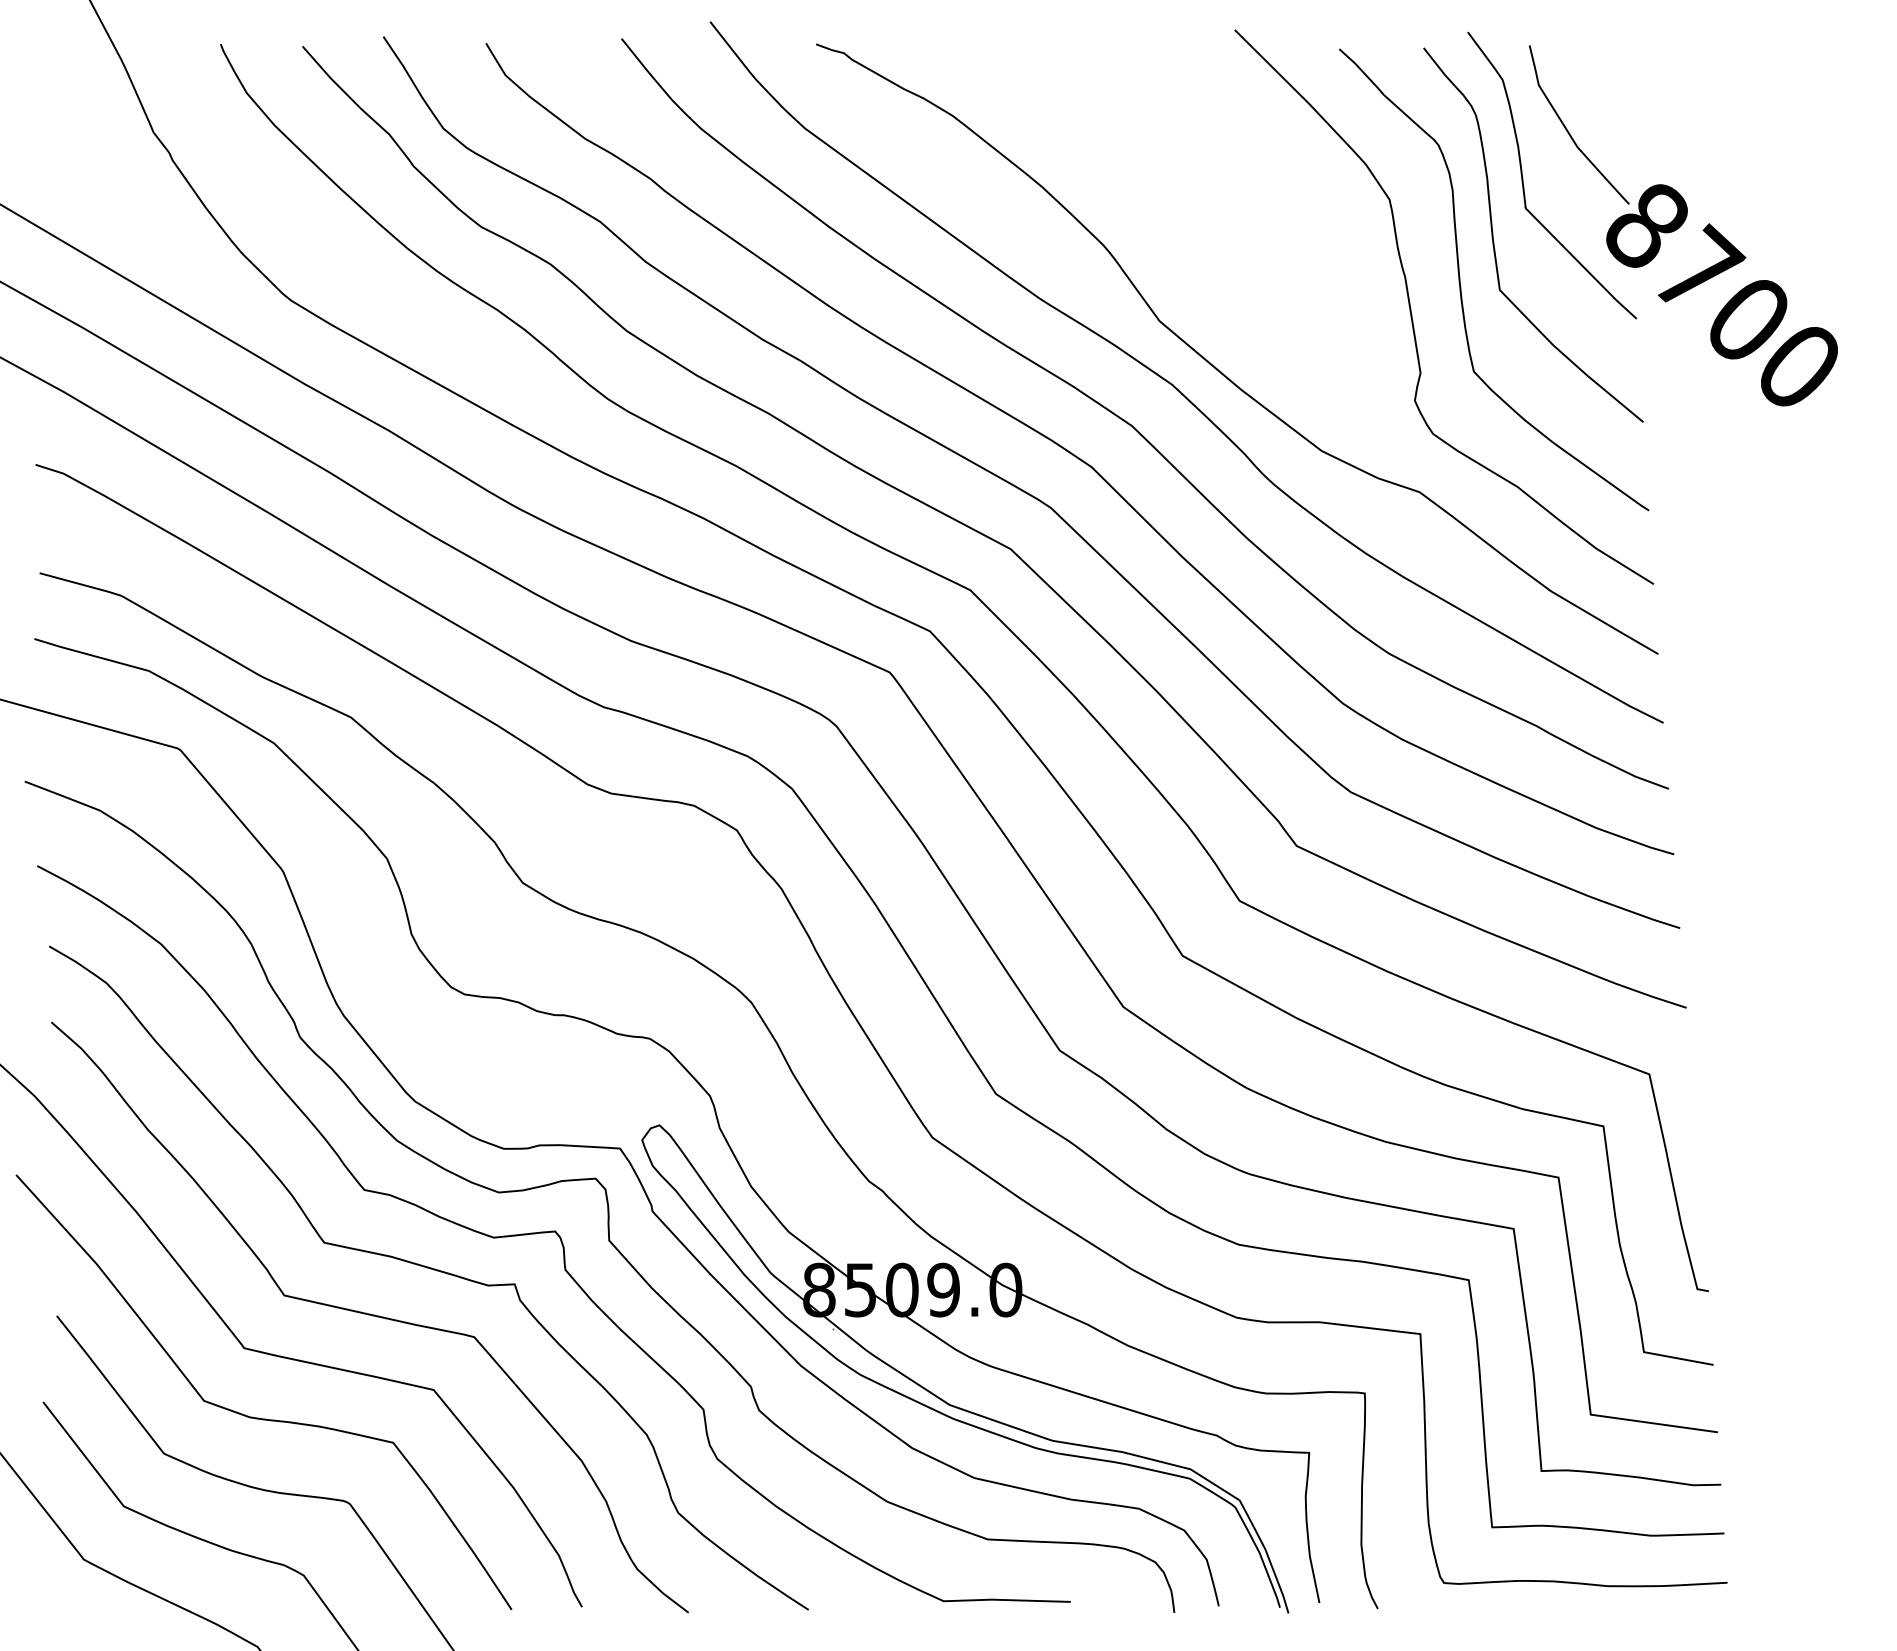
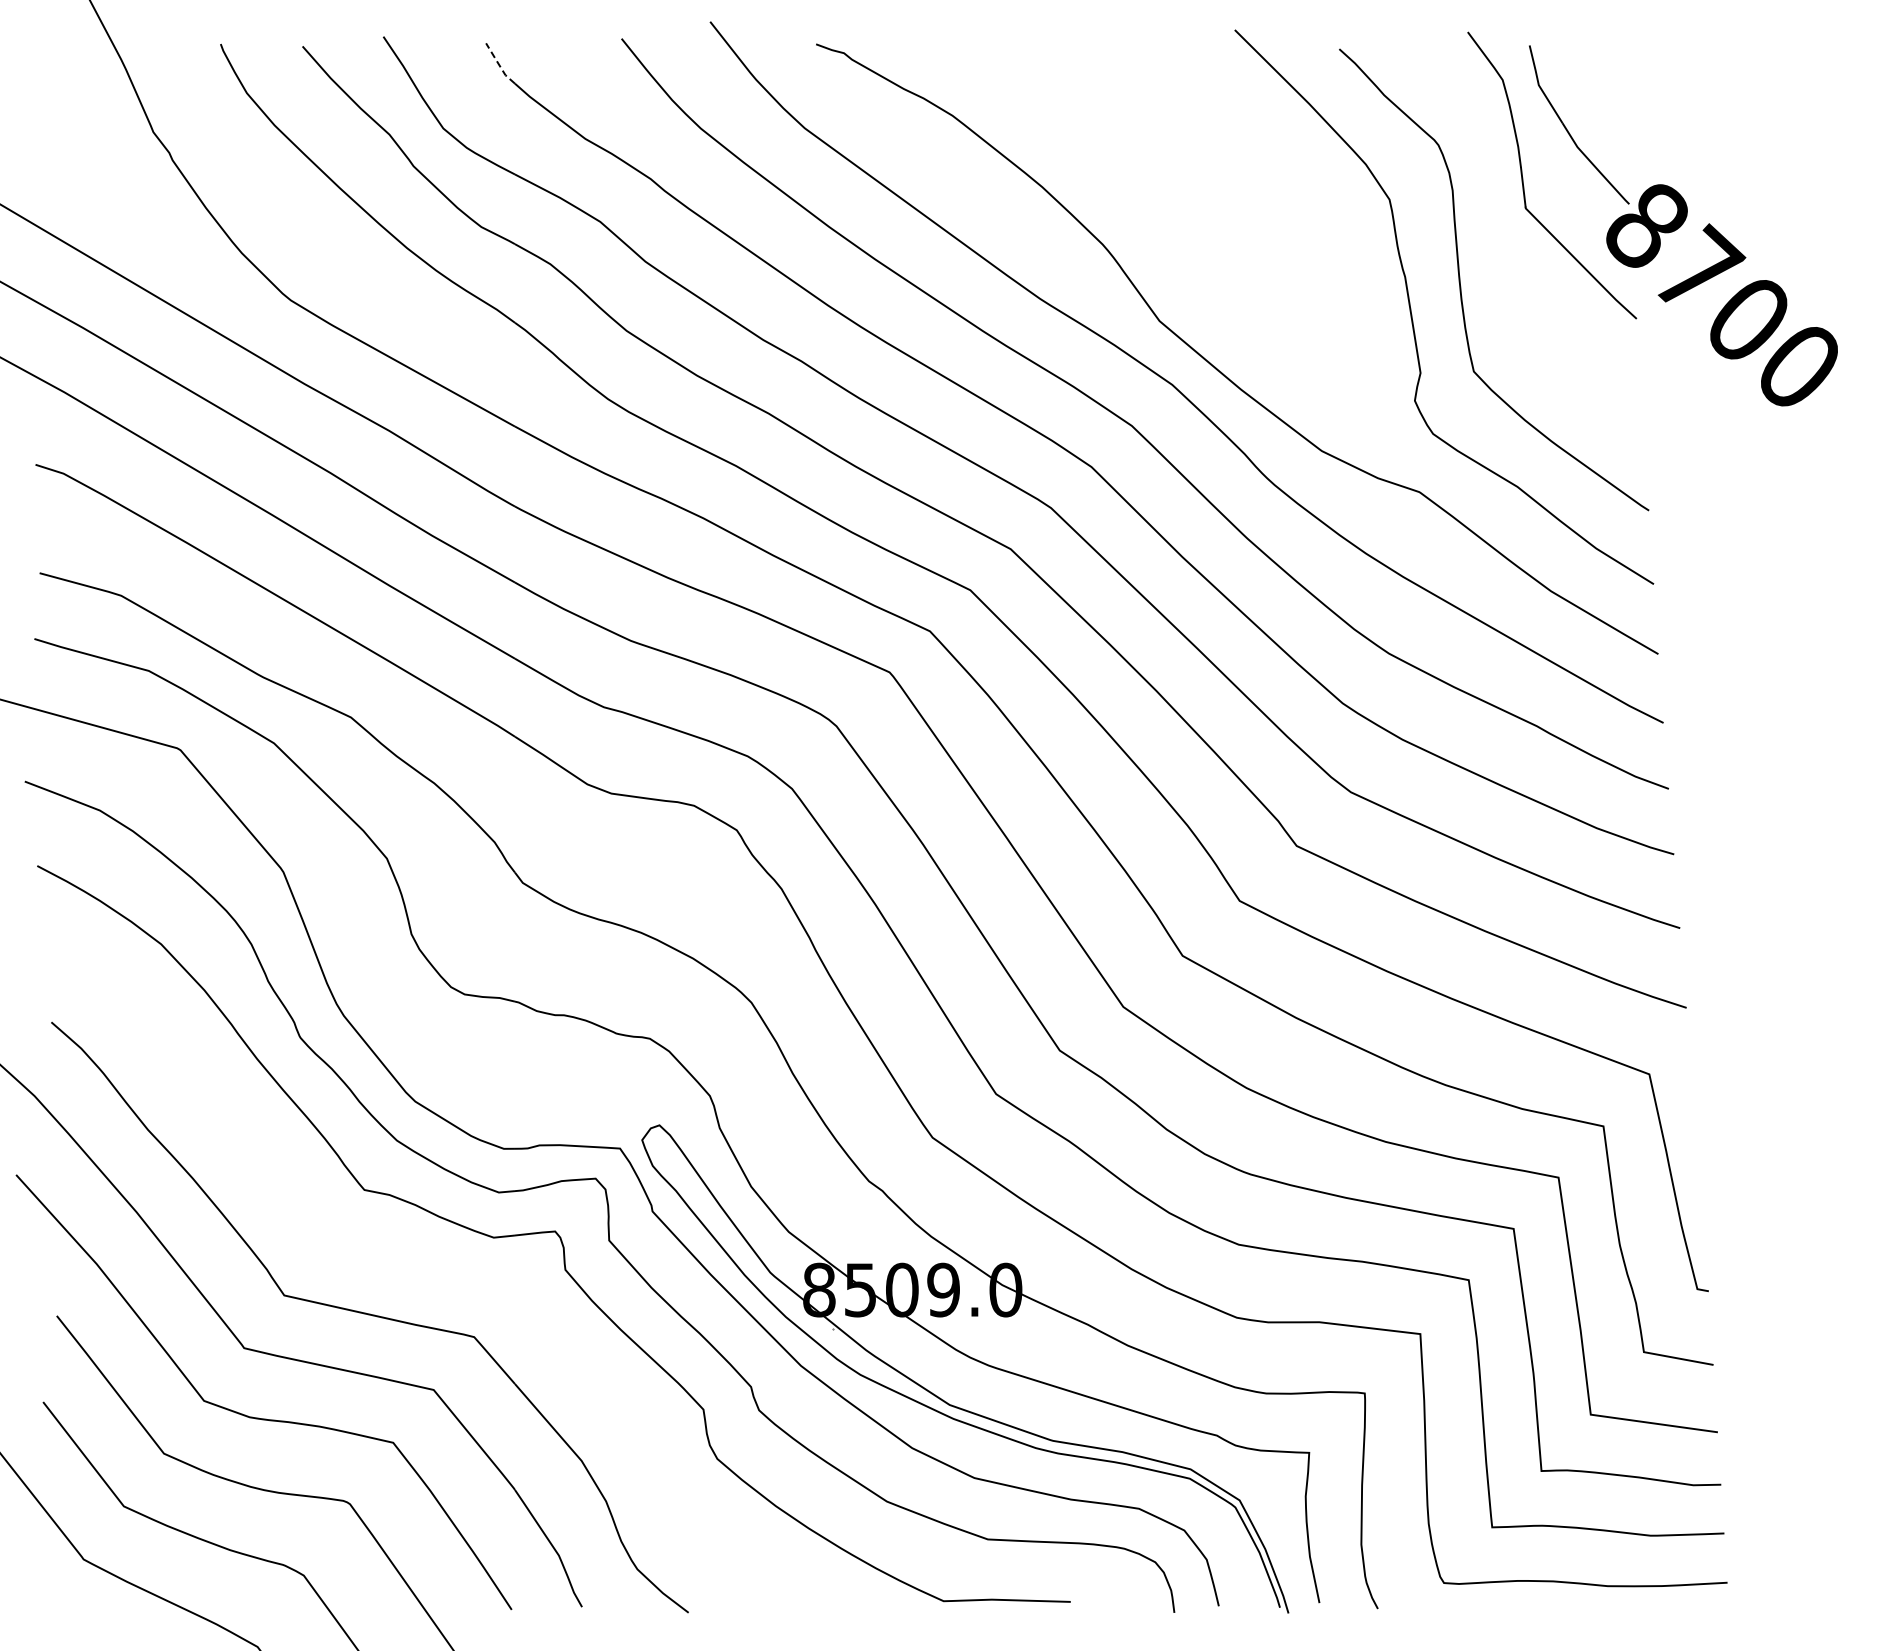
line at (499, 64): solid -> dashed
curve at (1494, 241): present -> none
part at (430, 1269): present -> none
